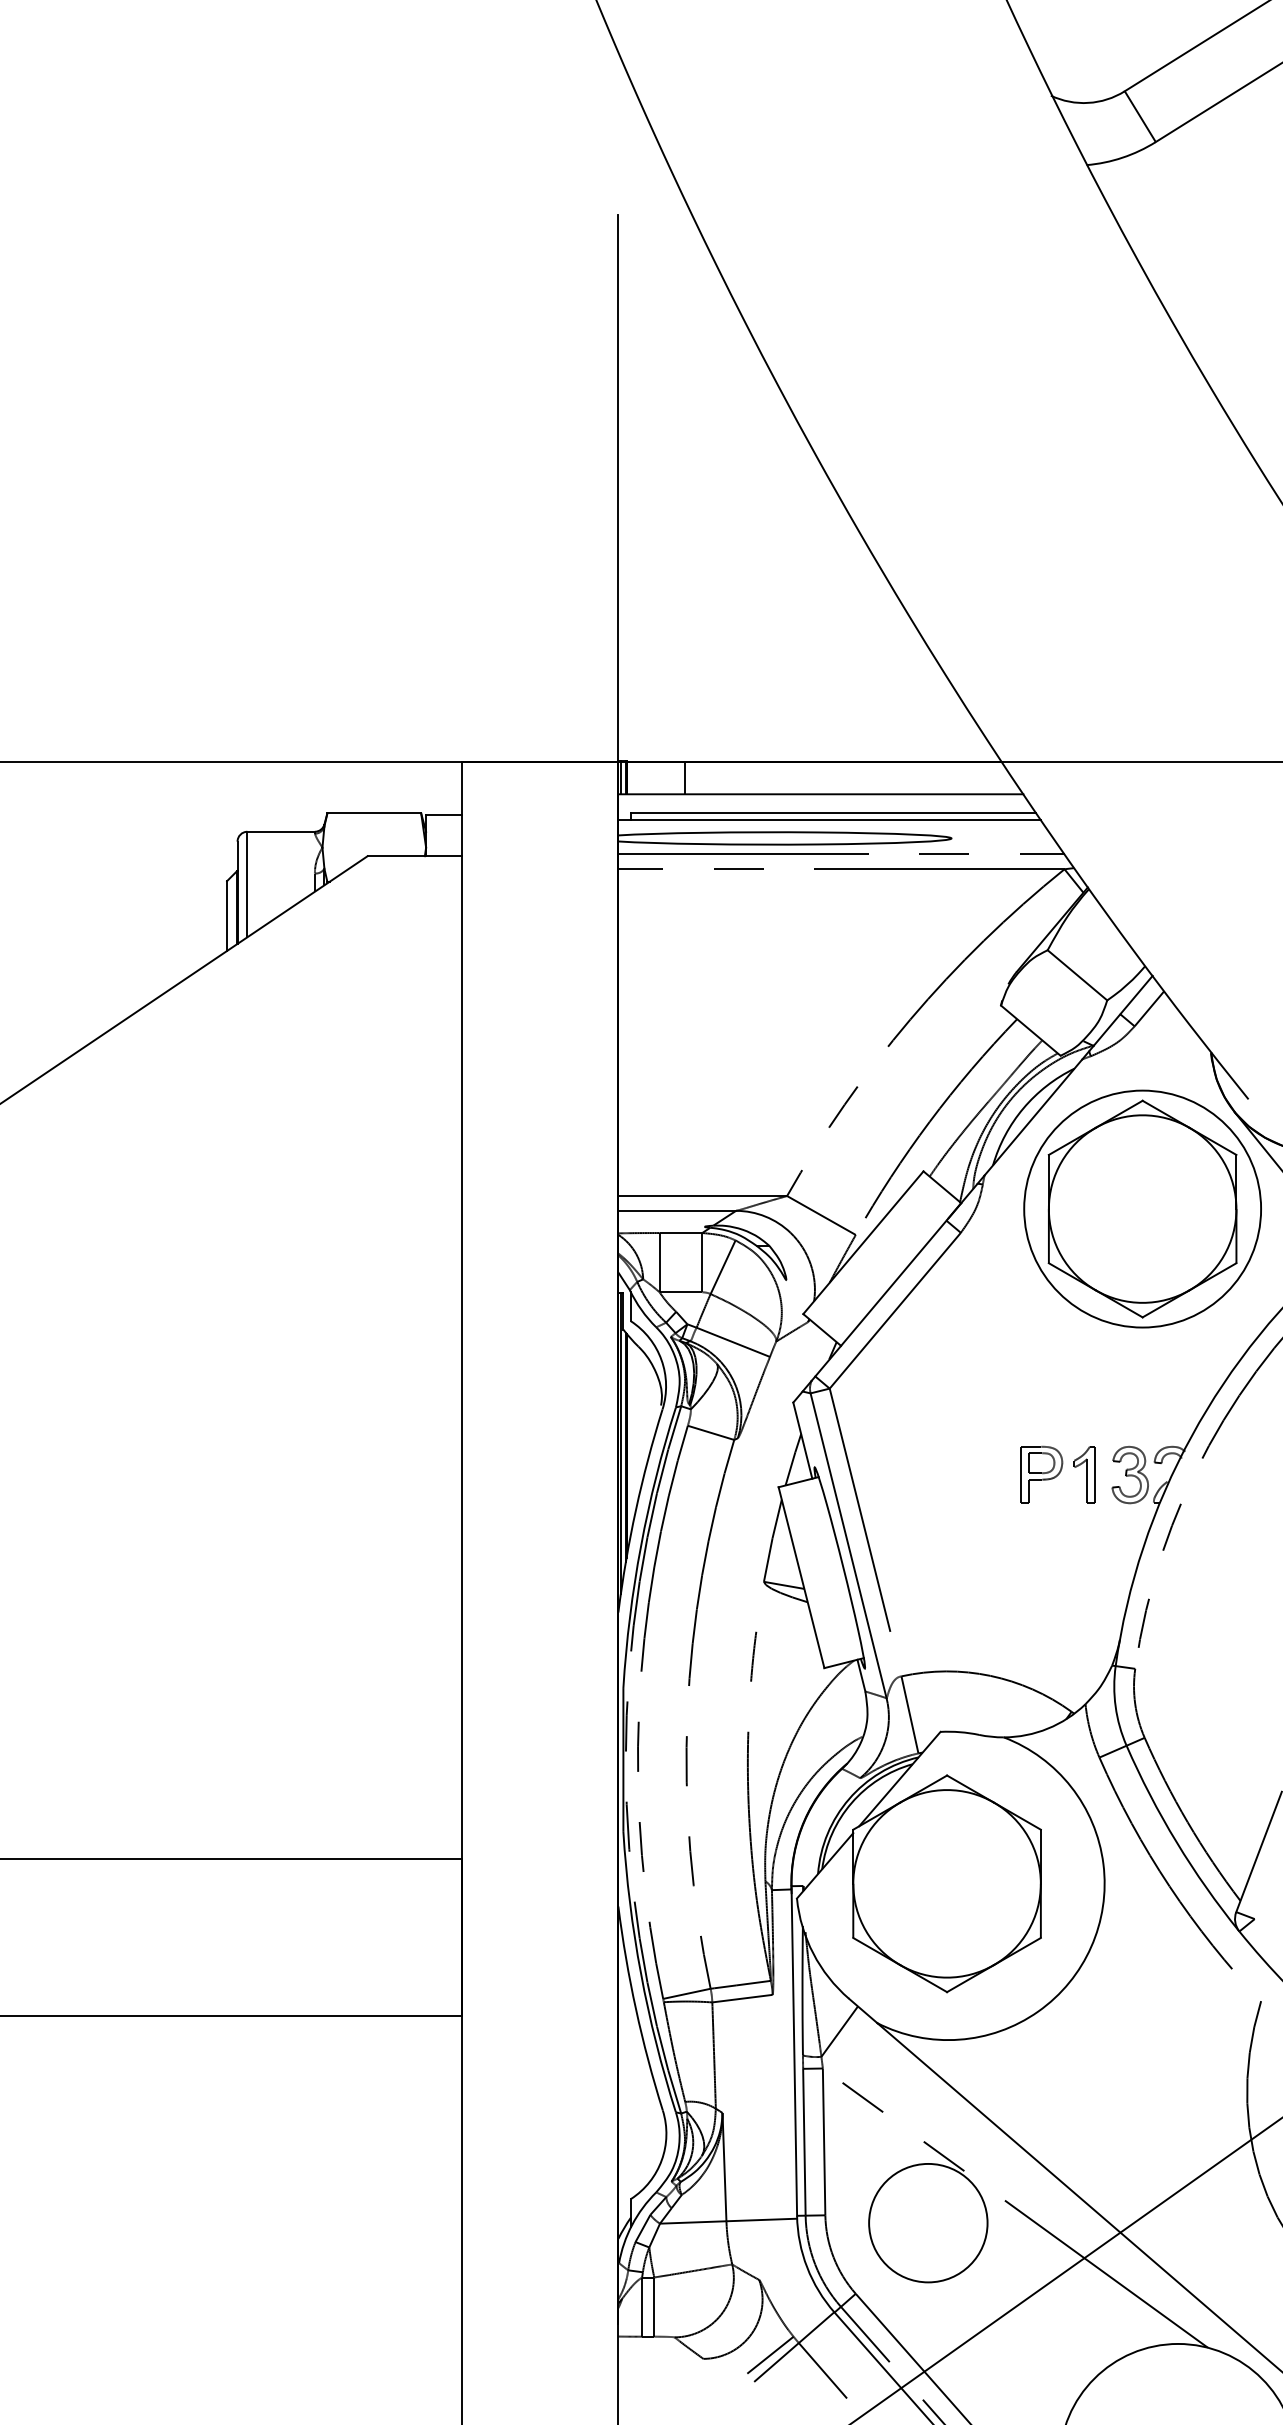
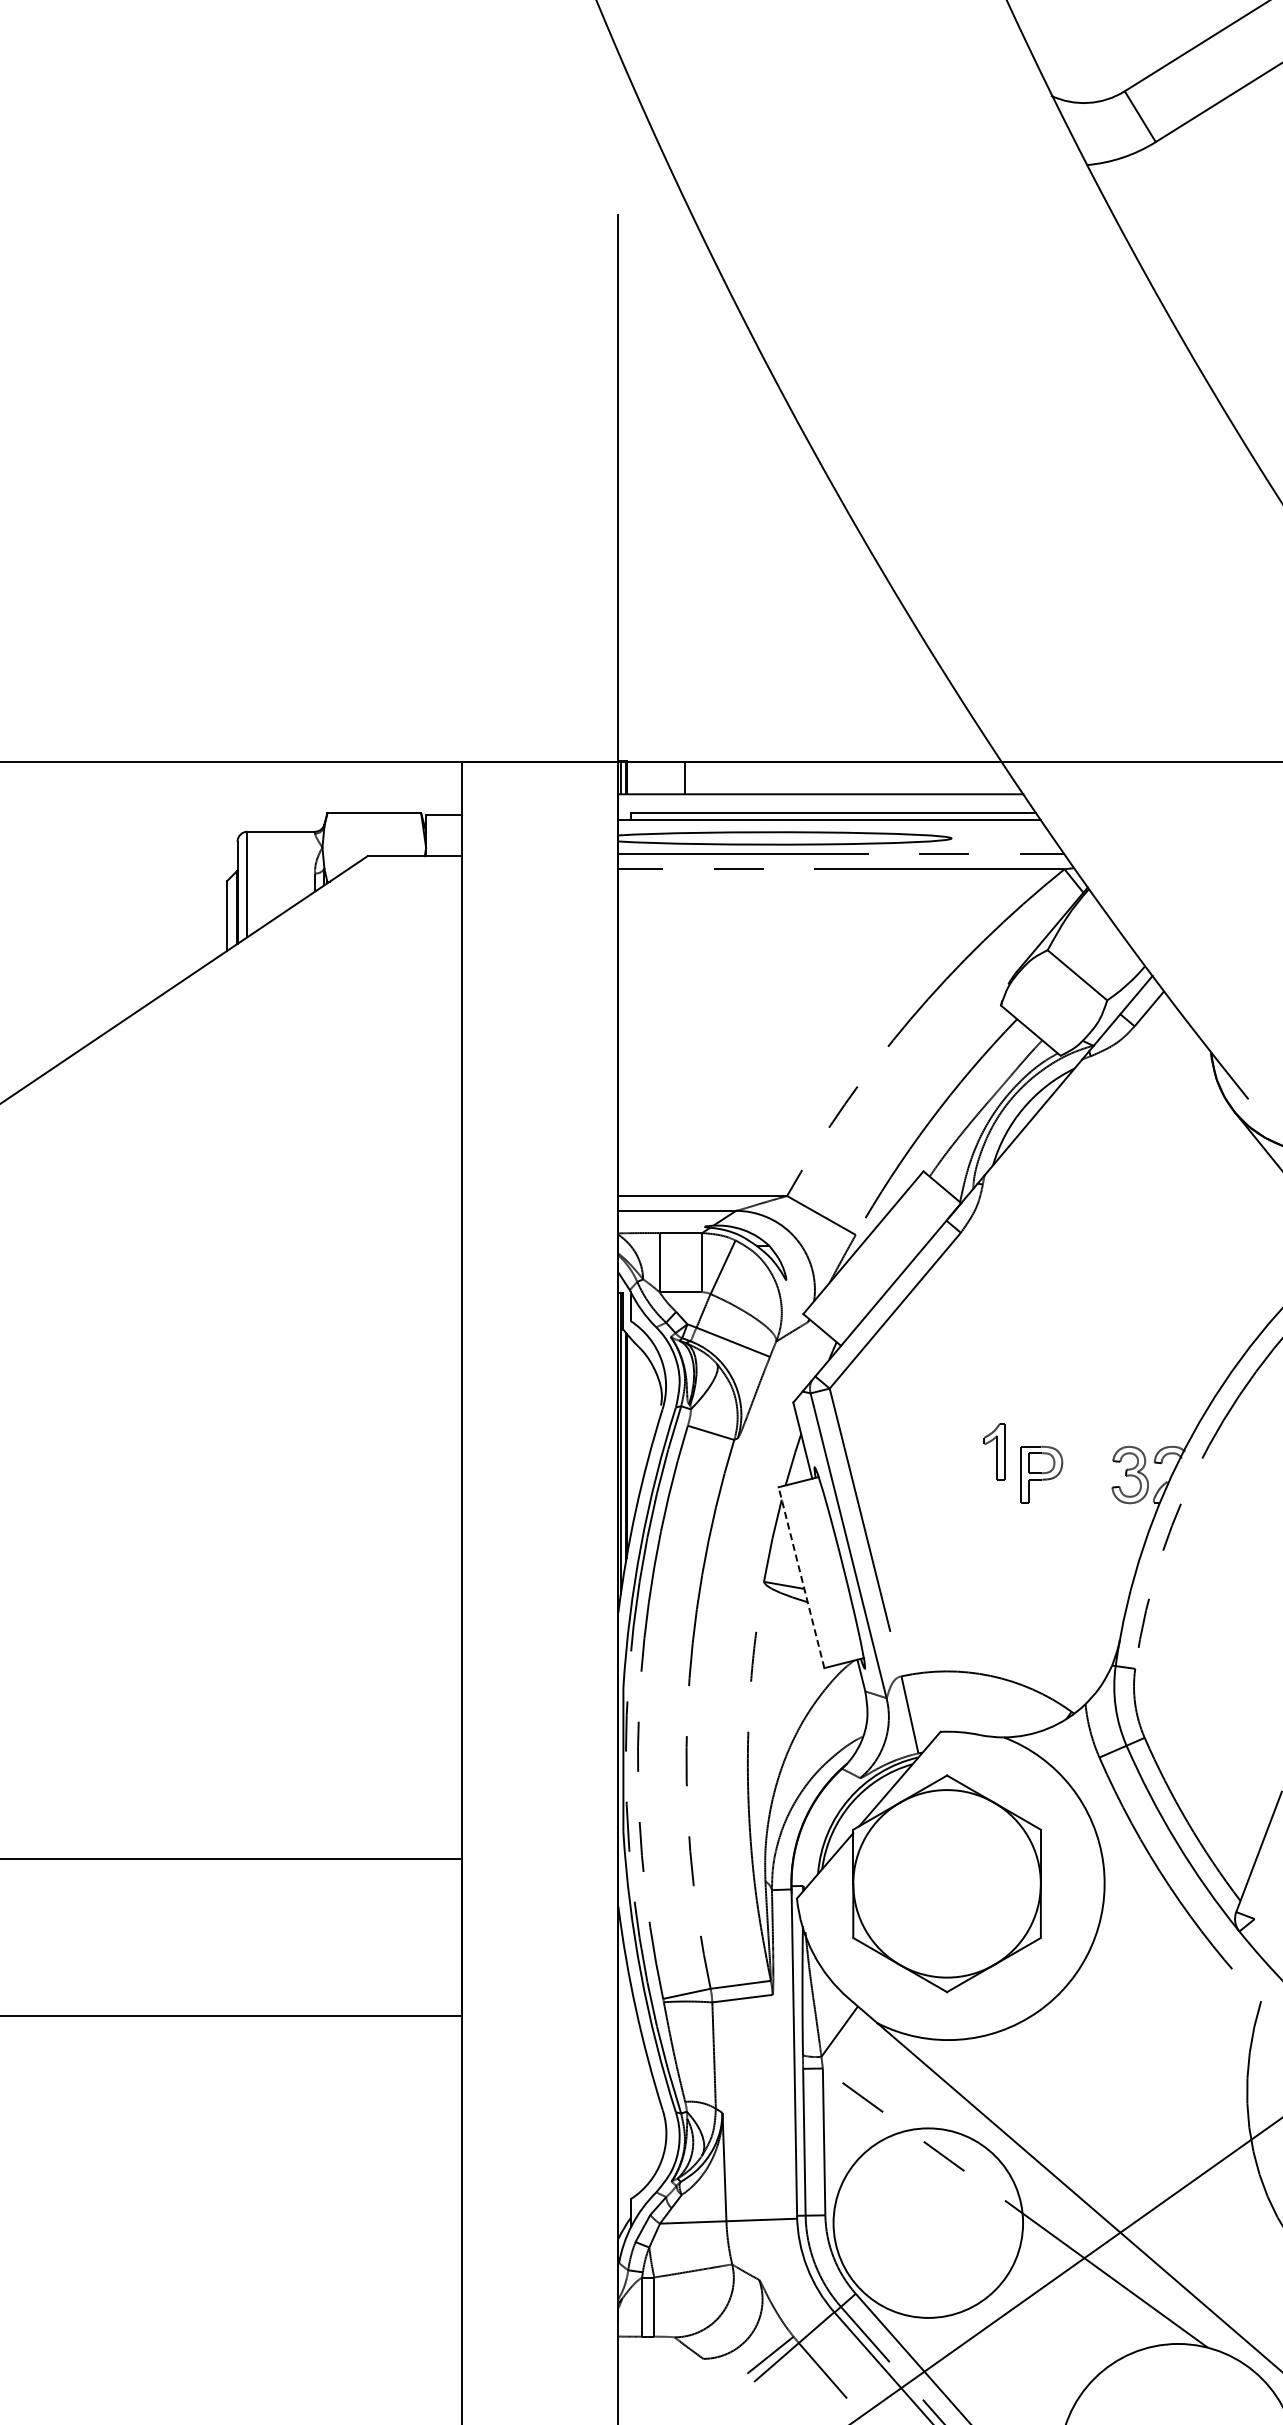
part at (1142, 1208): present -> none
part at (1084, 1474) position: (1084, 1474) -> (994, 1451)
line at (801, 1577): solid -> dashed
circle at (928, 2222) diameter: 118 px -> 190 px
